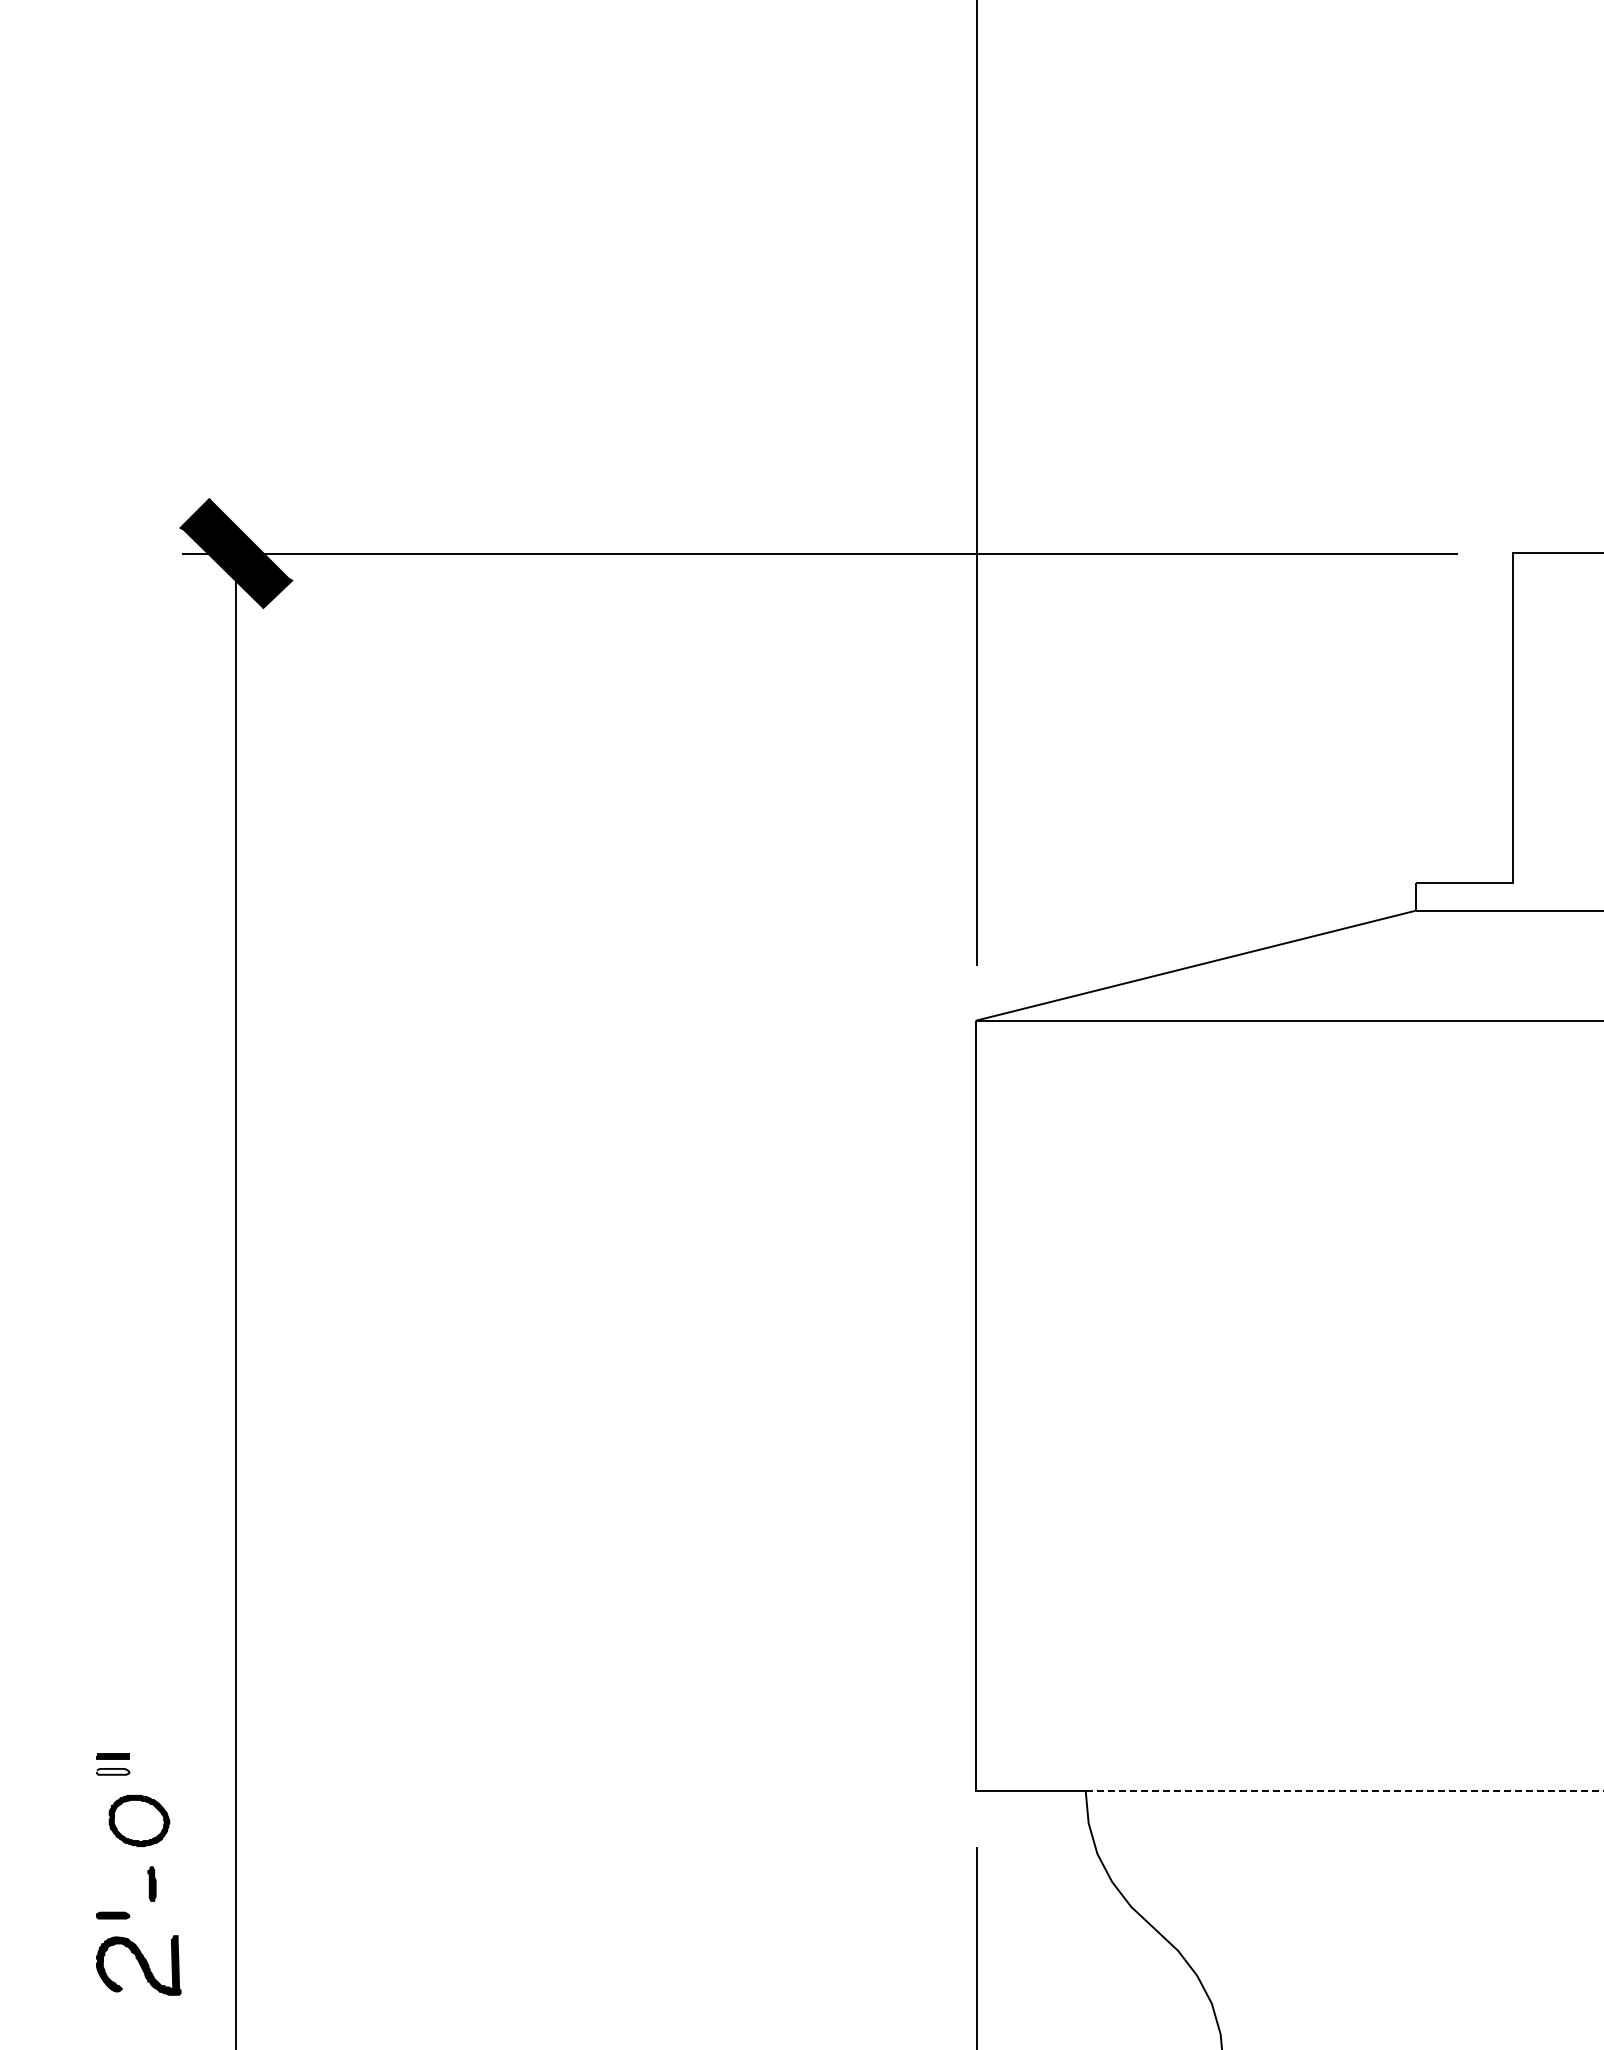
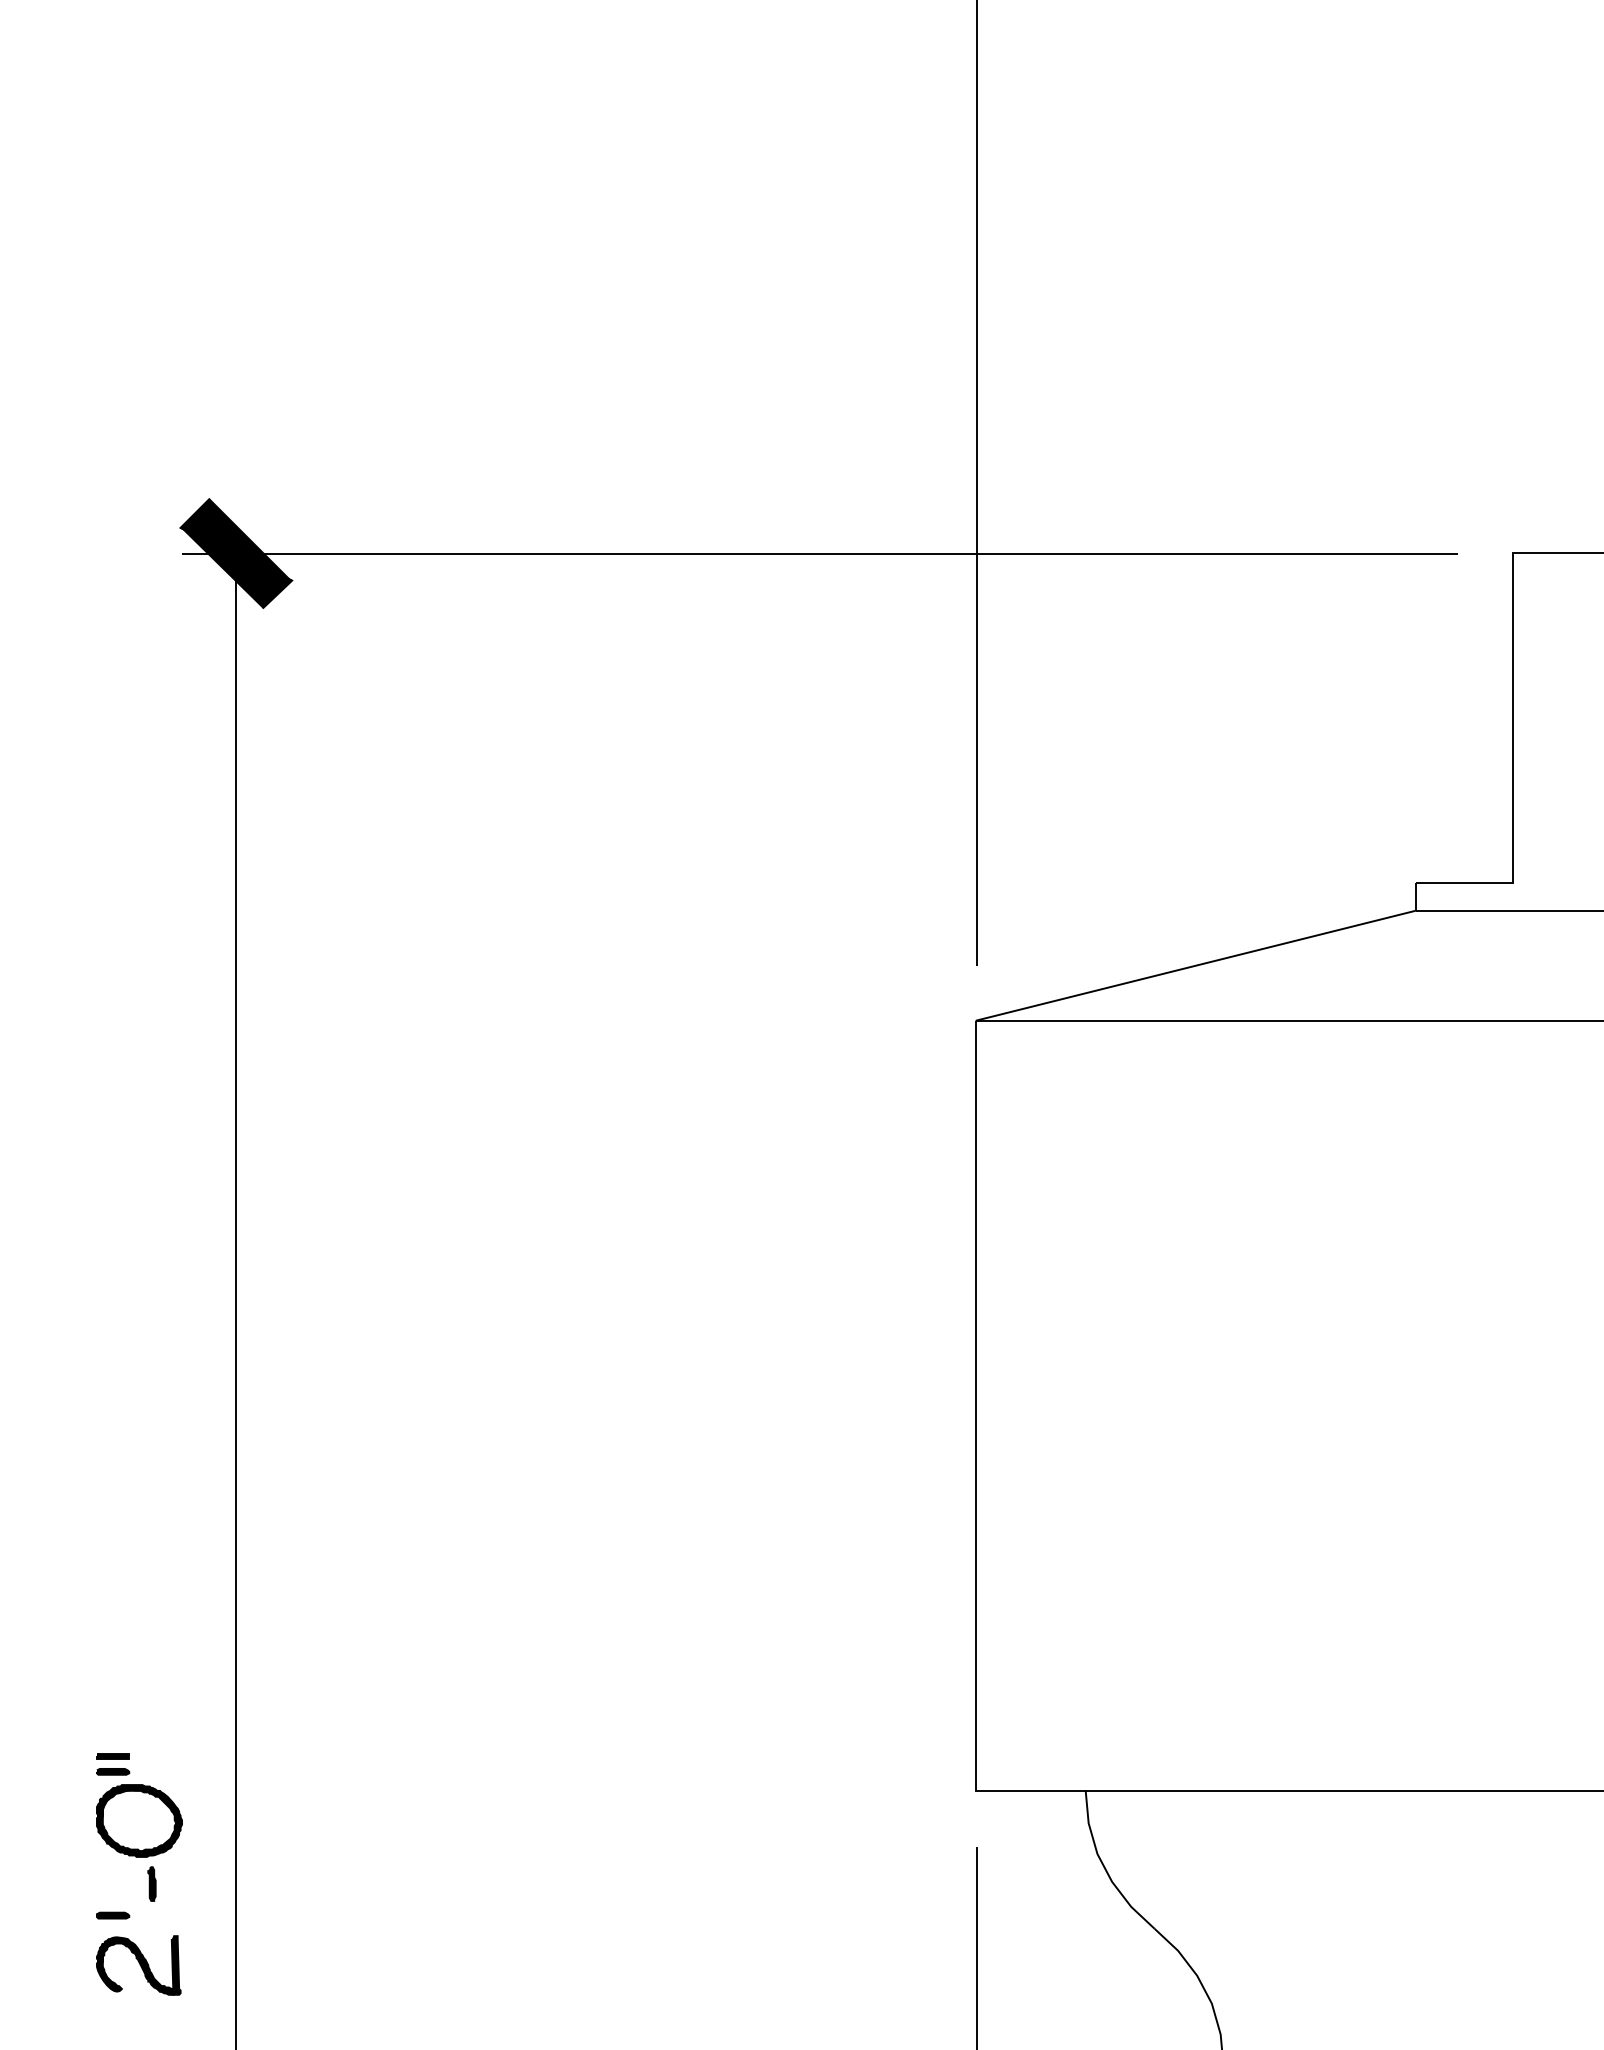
fill at (112, 1771): none -> present
line at (1344, 1790): dashed -> solid
part at (139, 1820) size: 63x52 px -> 87x74 px
